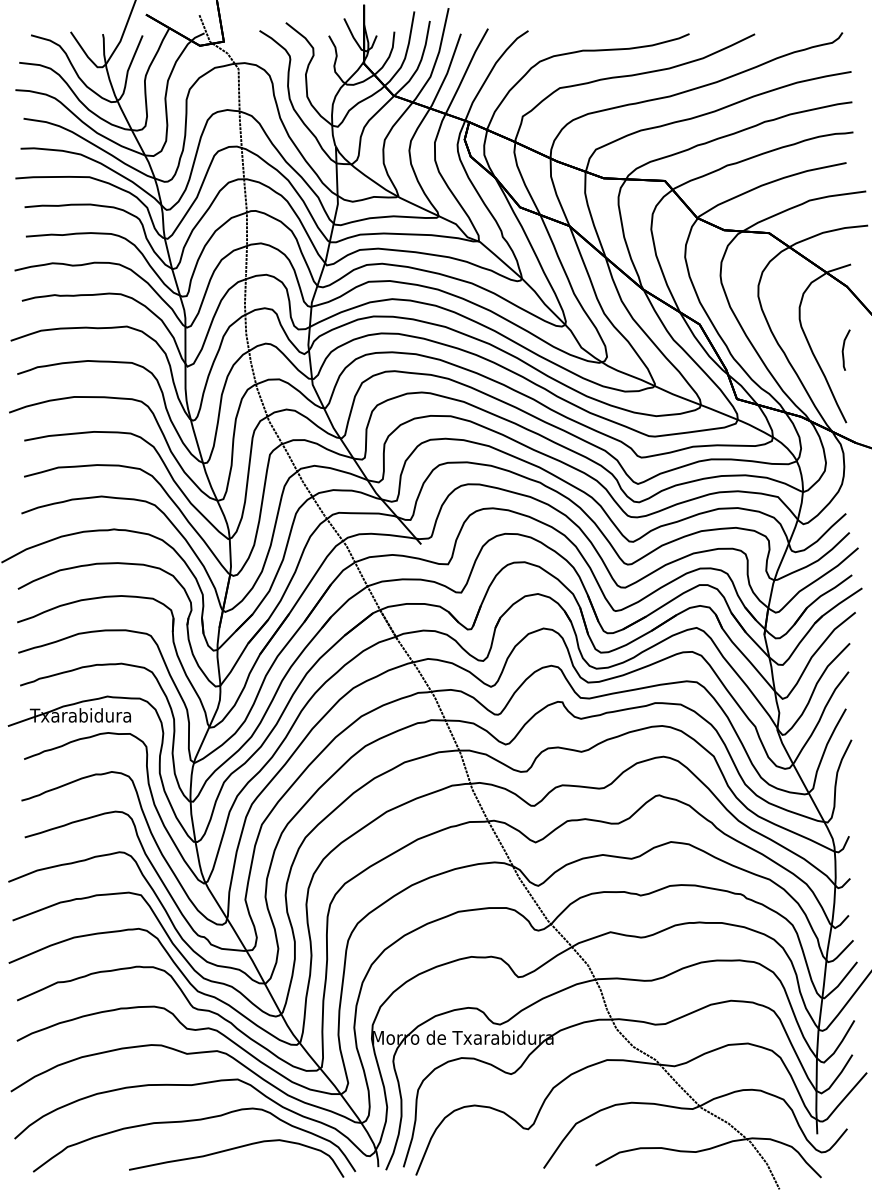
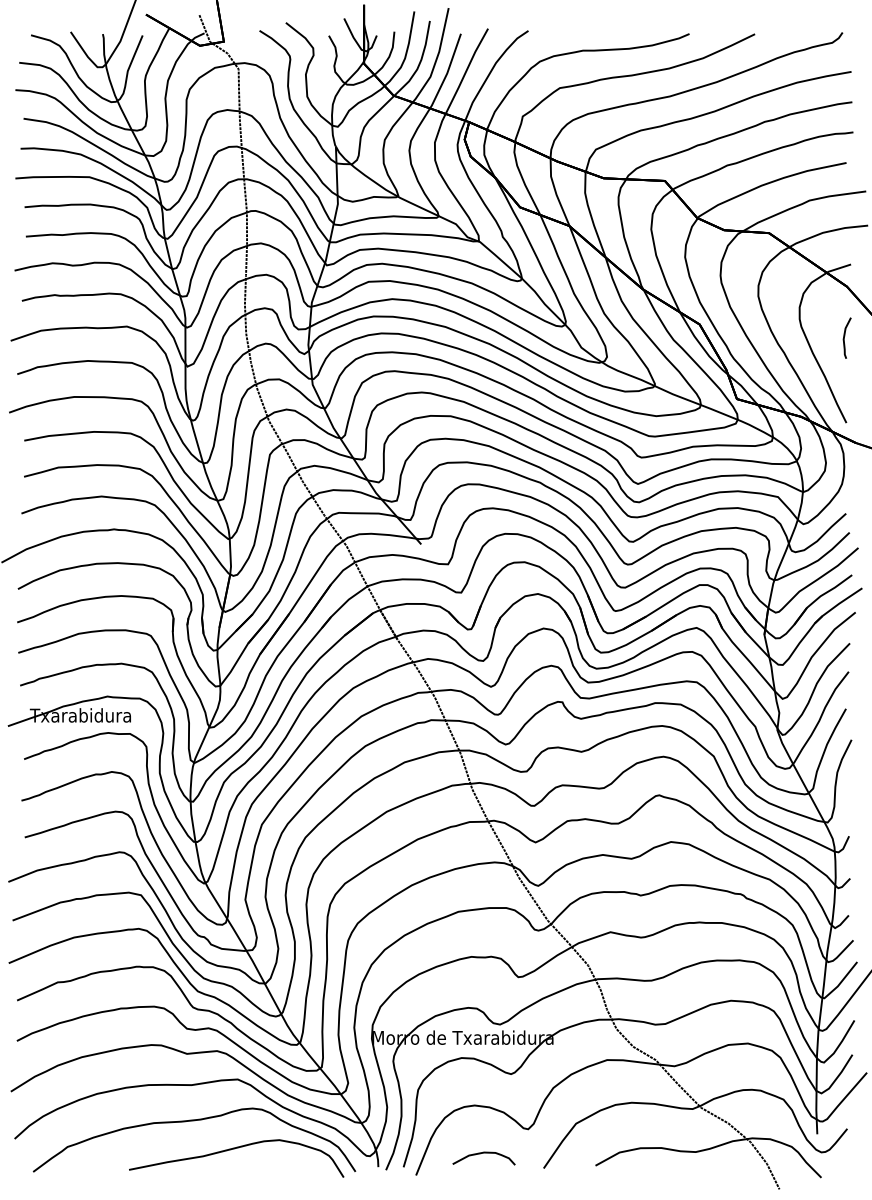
curve at (844, 348) position: (844, 348) -> (845, 336)
curve at (483, 1153): none -> present
